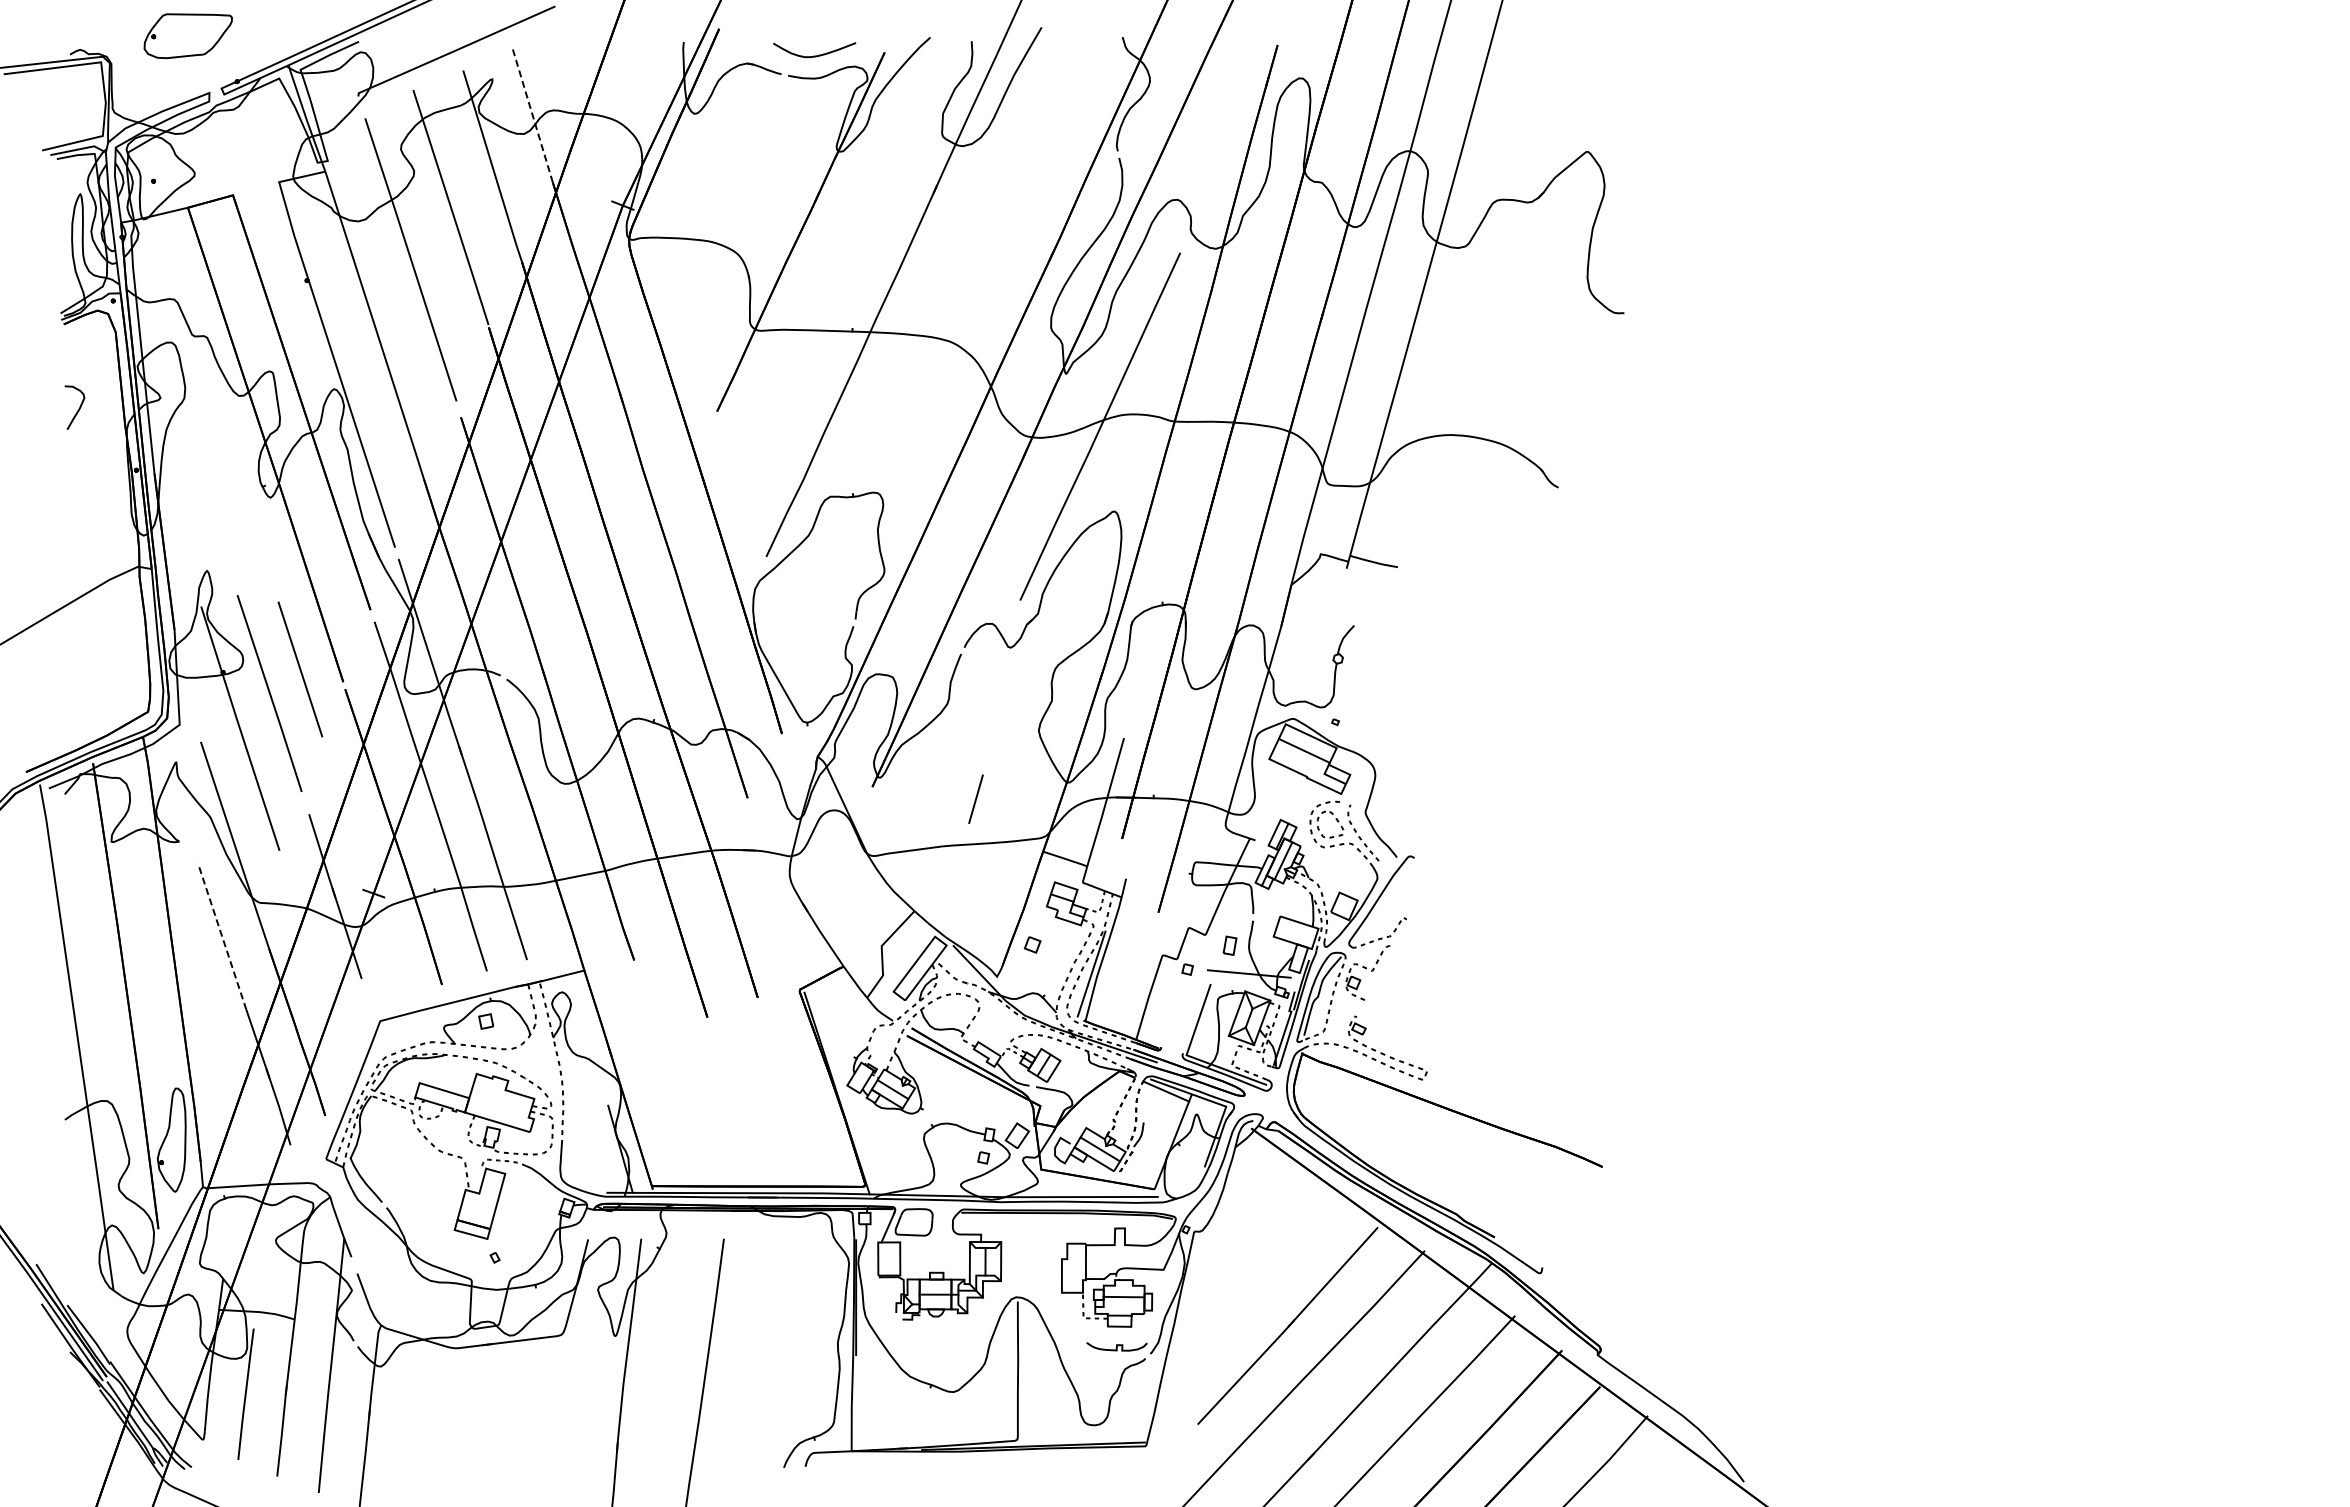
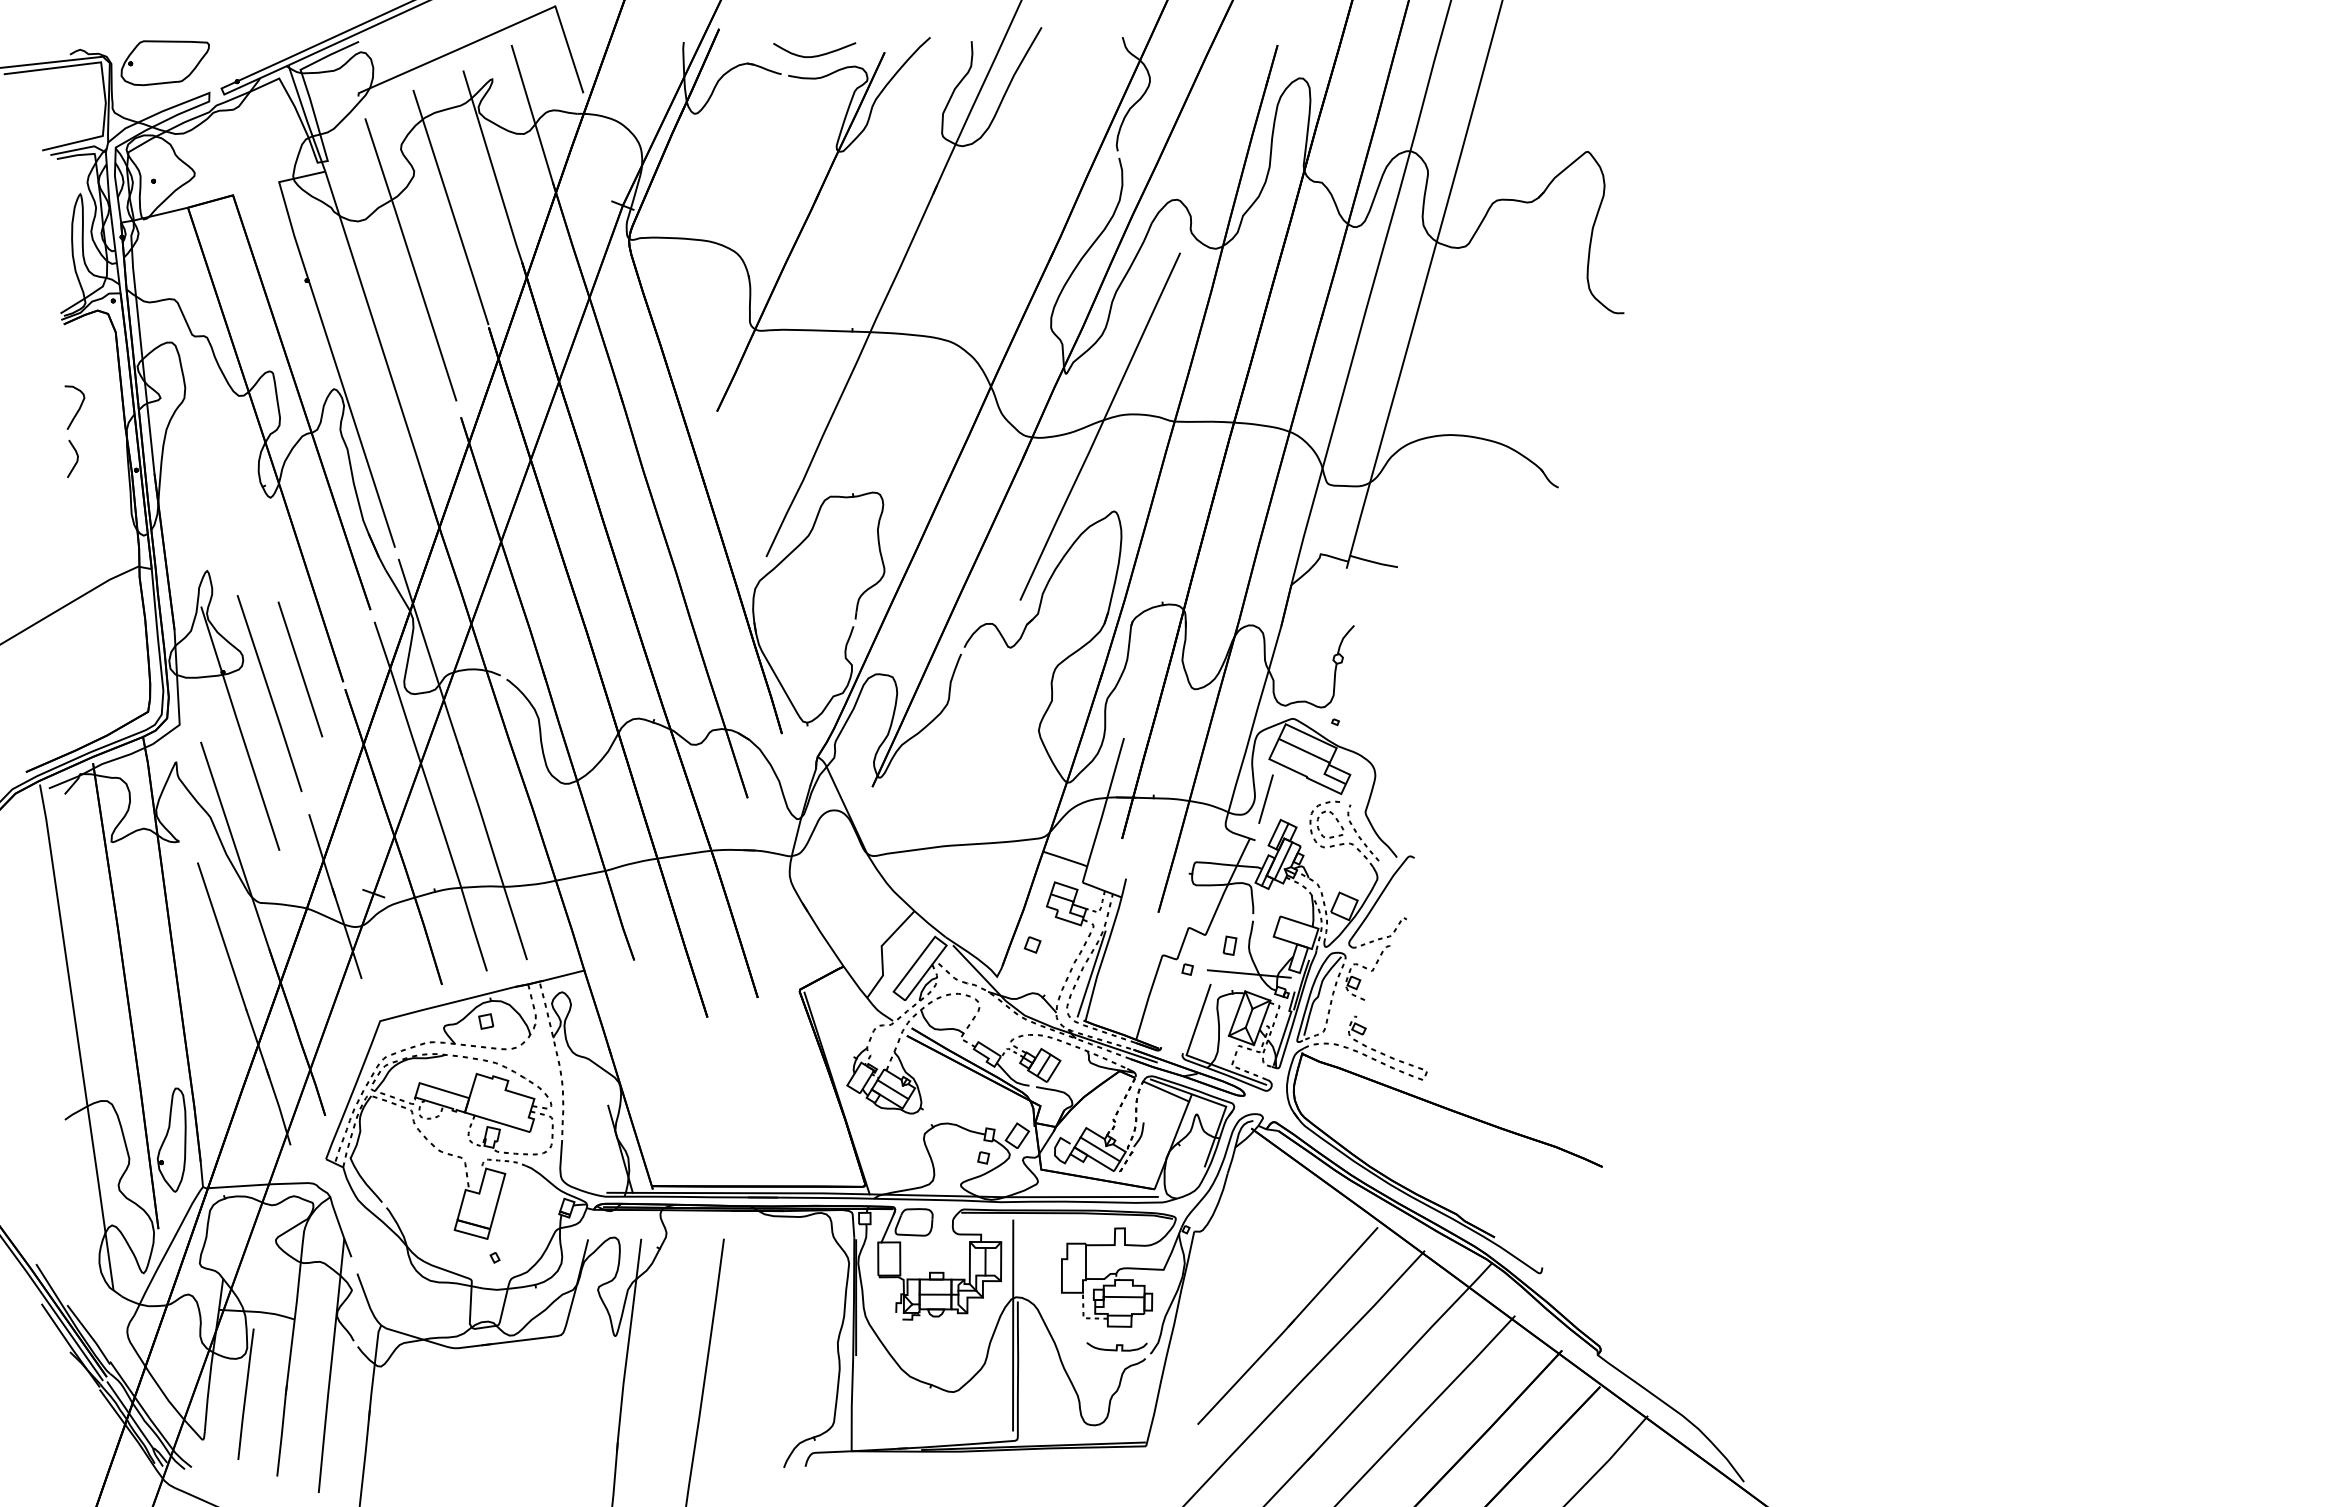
part at (187, 36) position: (187, 36) -> (164, 63)
line at (569, 49): none -> present
line at (532, 113): dashed -> solid
curve at (76, 458): none -> present
line at (975, 798) position: (975, 798) -> (1265, 798)
line at (222, 936): dashed -> solid
line at (1013, 1325): none -> present
